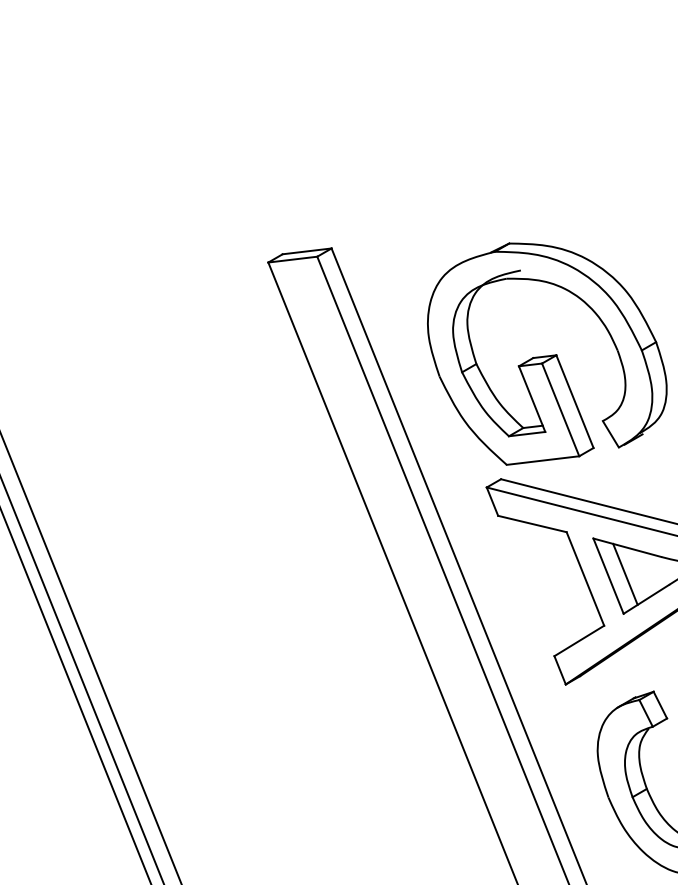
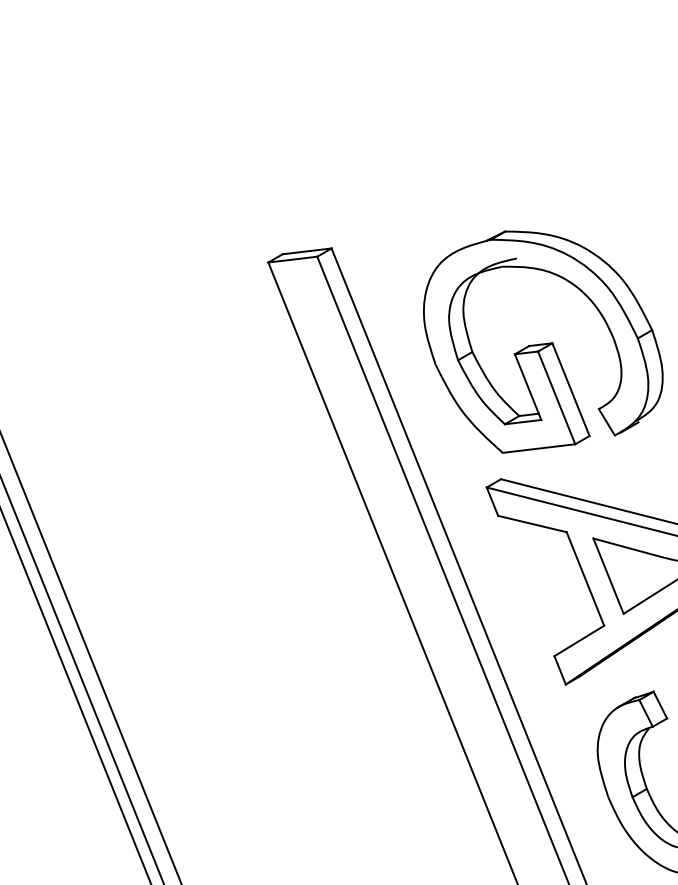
part at (547, 353) position: (547, 353) -> (543, 341)
line at (625, 573): present -> none
